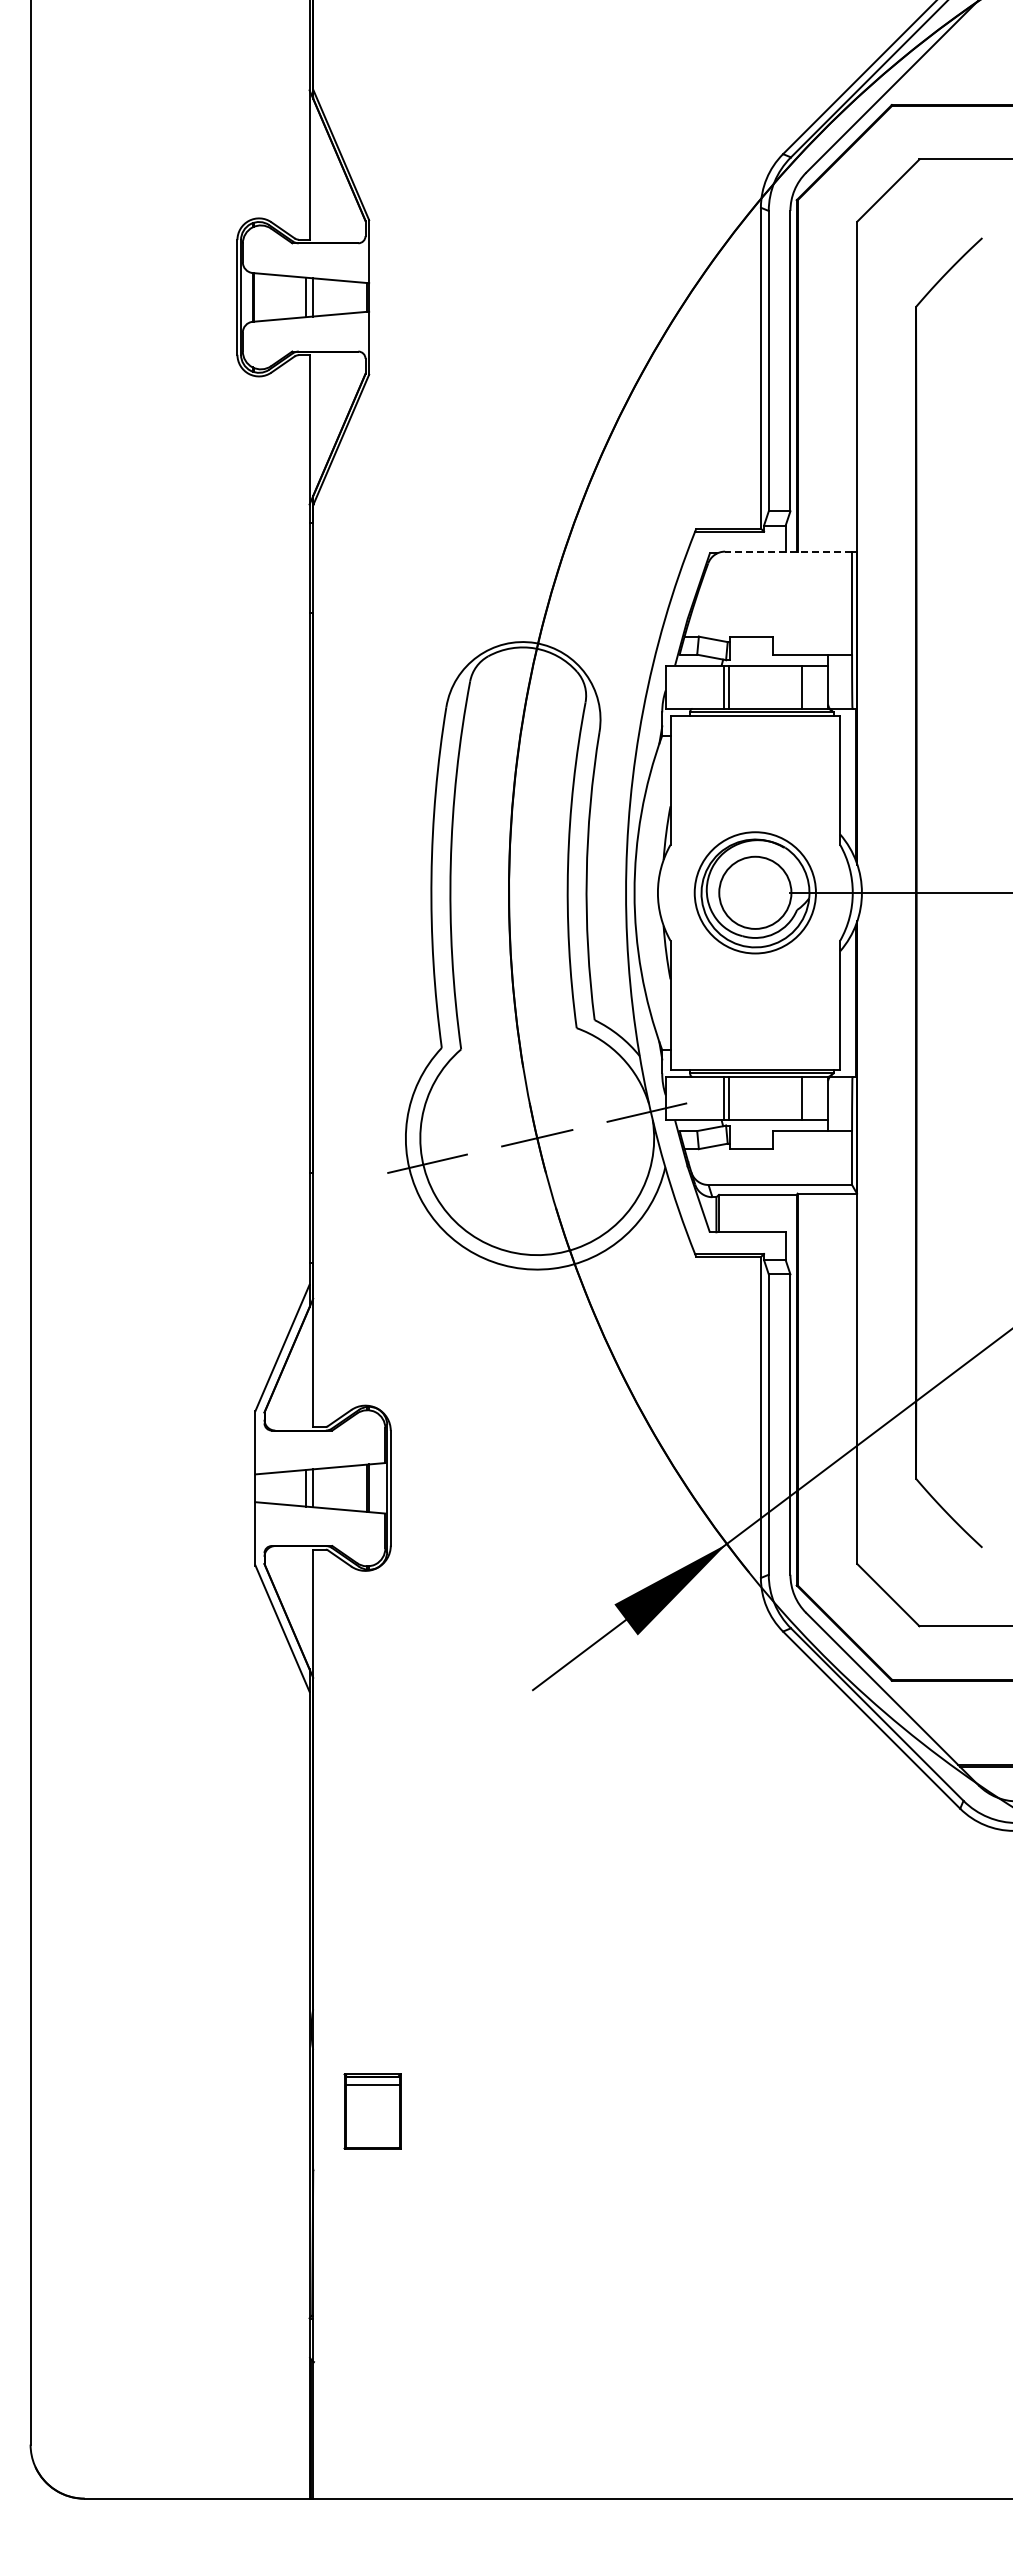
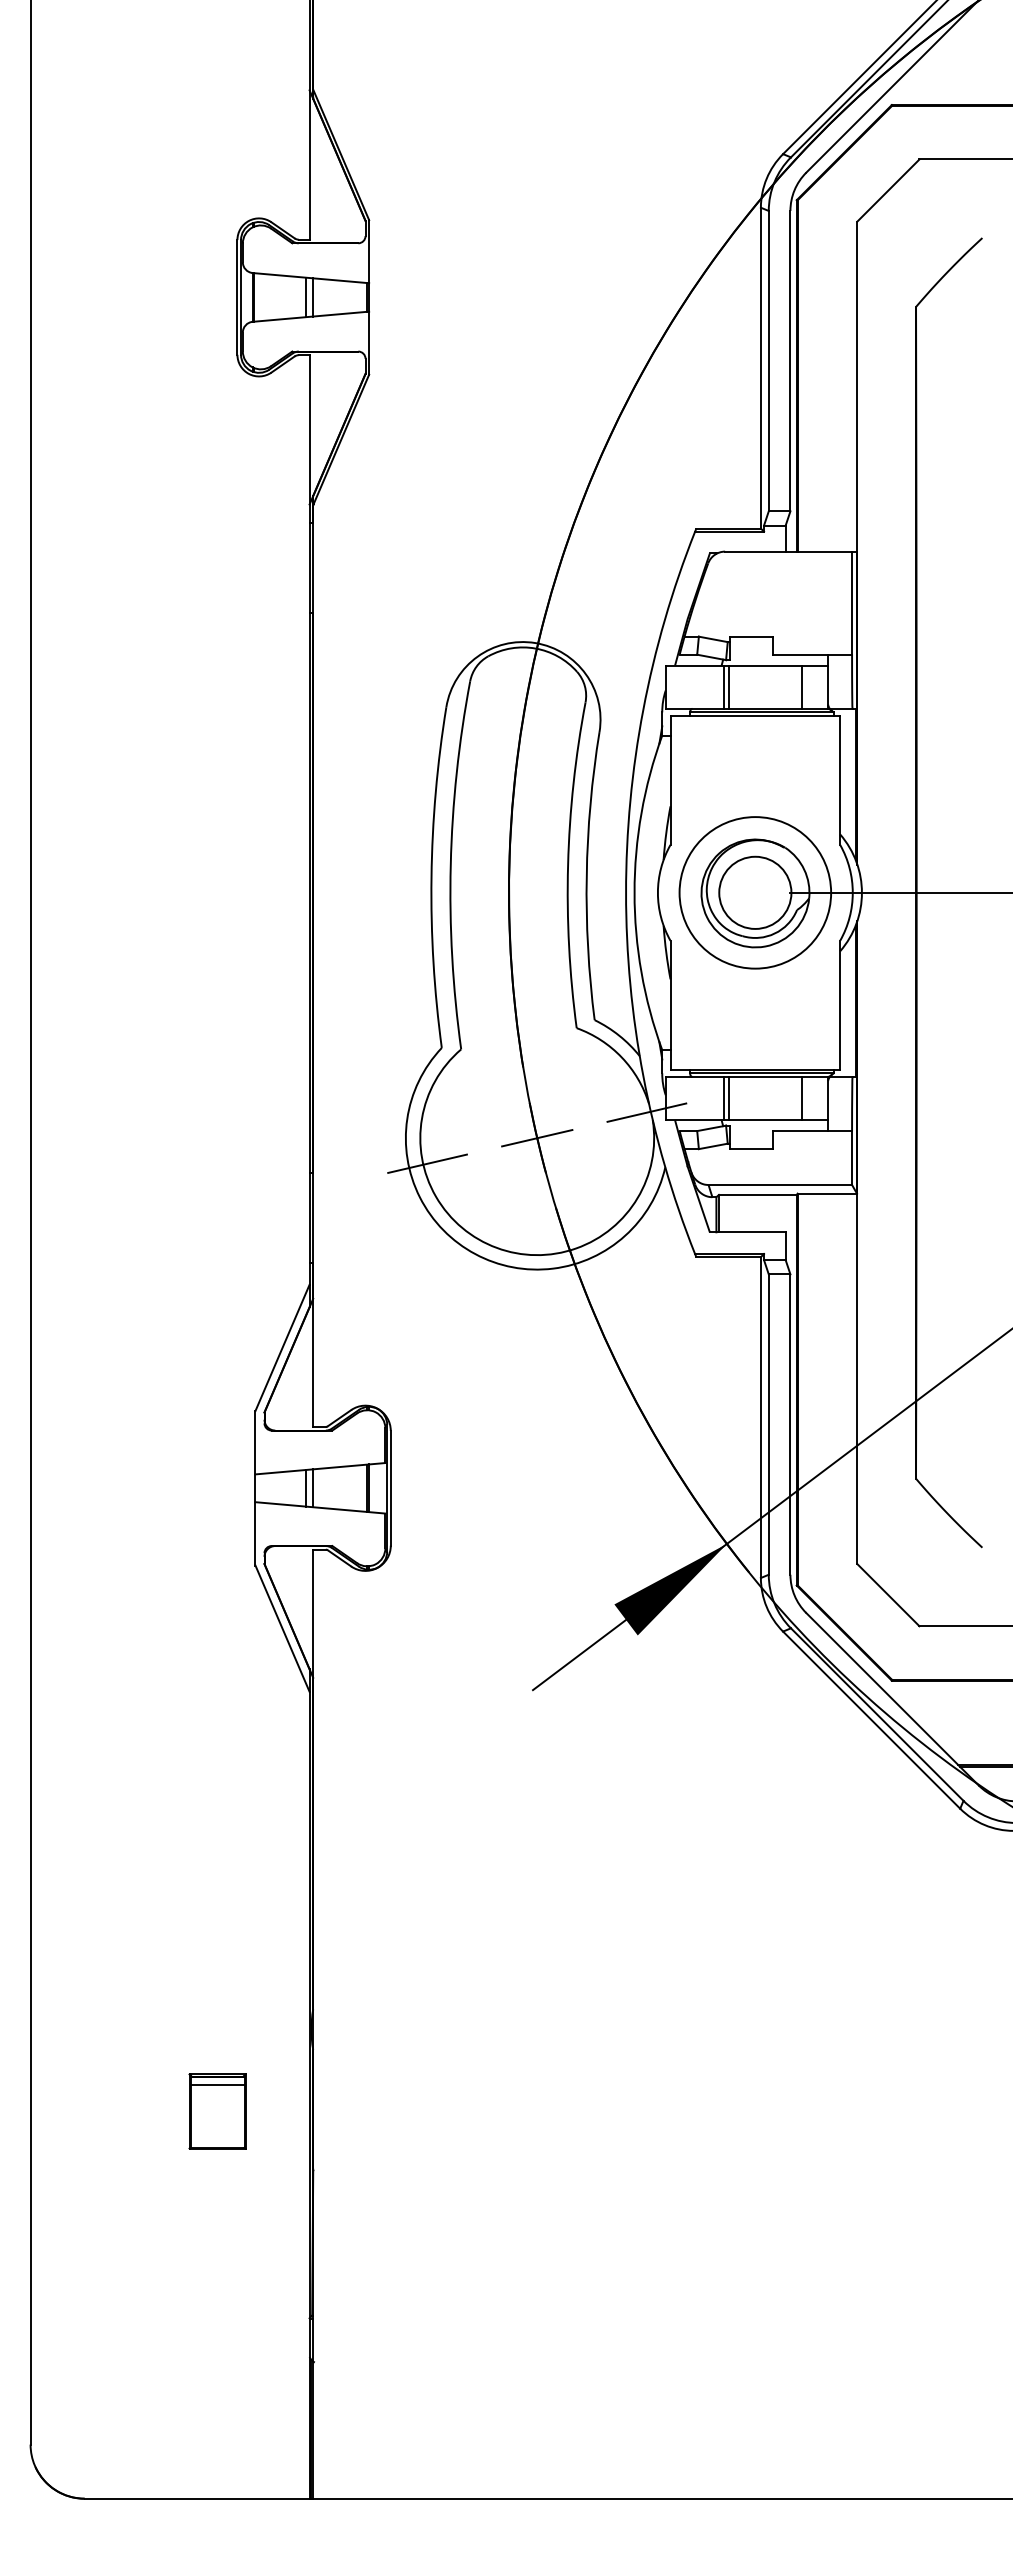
line at (788, 551): dashed -> solid
circle at (754, 892) diameter: 121 px -> 152 px
part at (372, 2111) position: (372, 2111) -> (217, 2111)
